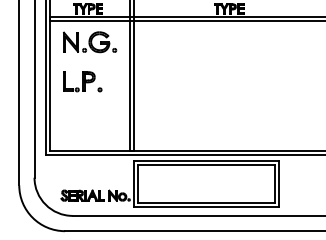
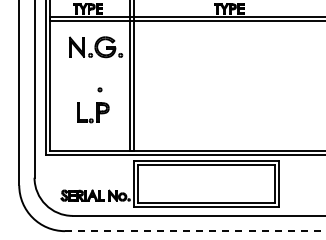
part at (90, 42) position: (90, 42) -> (96, 47)
part at (79, 81) position: (79, 81) -> (93, 112)
line at (195, 231): solid -> dashed
